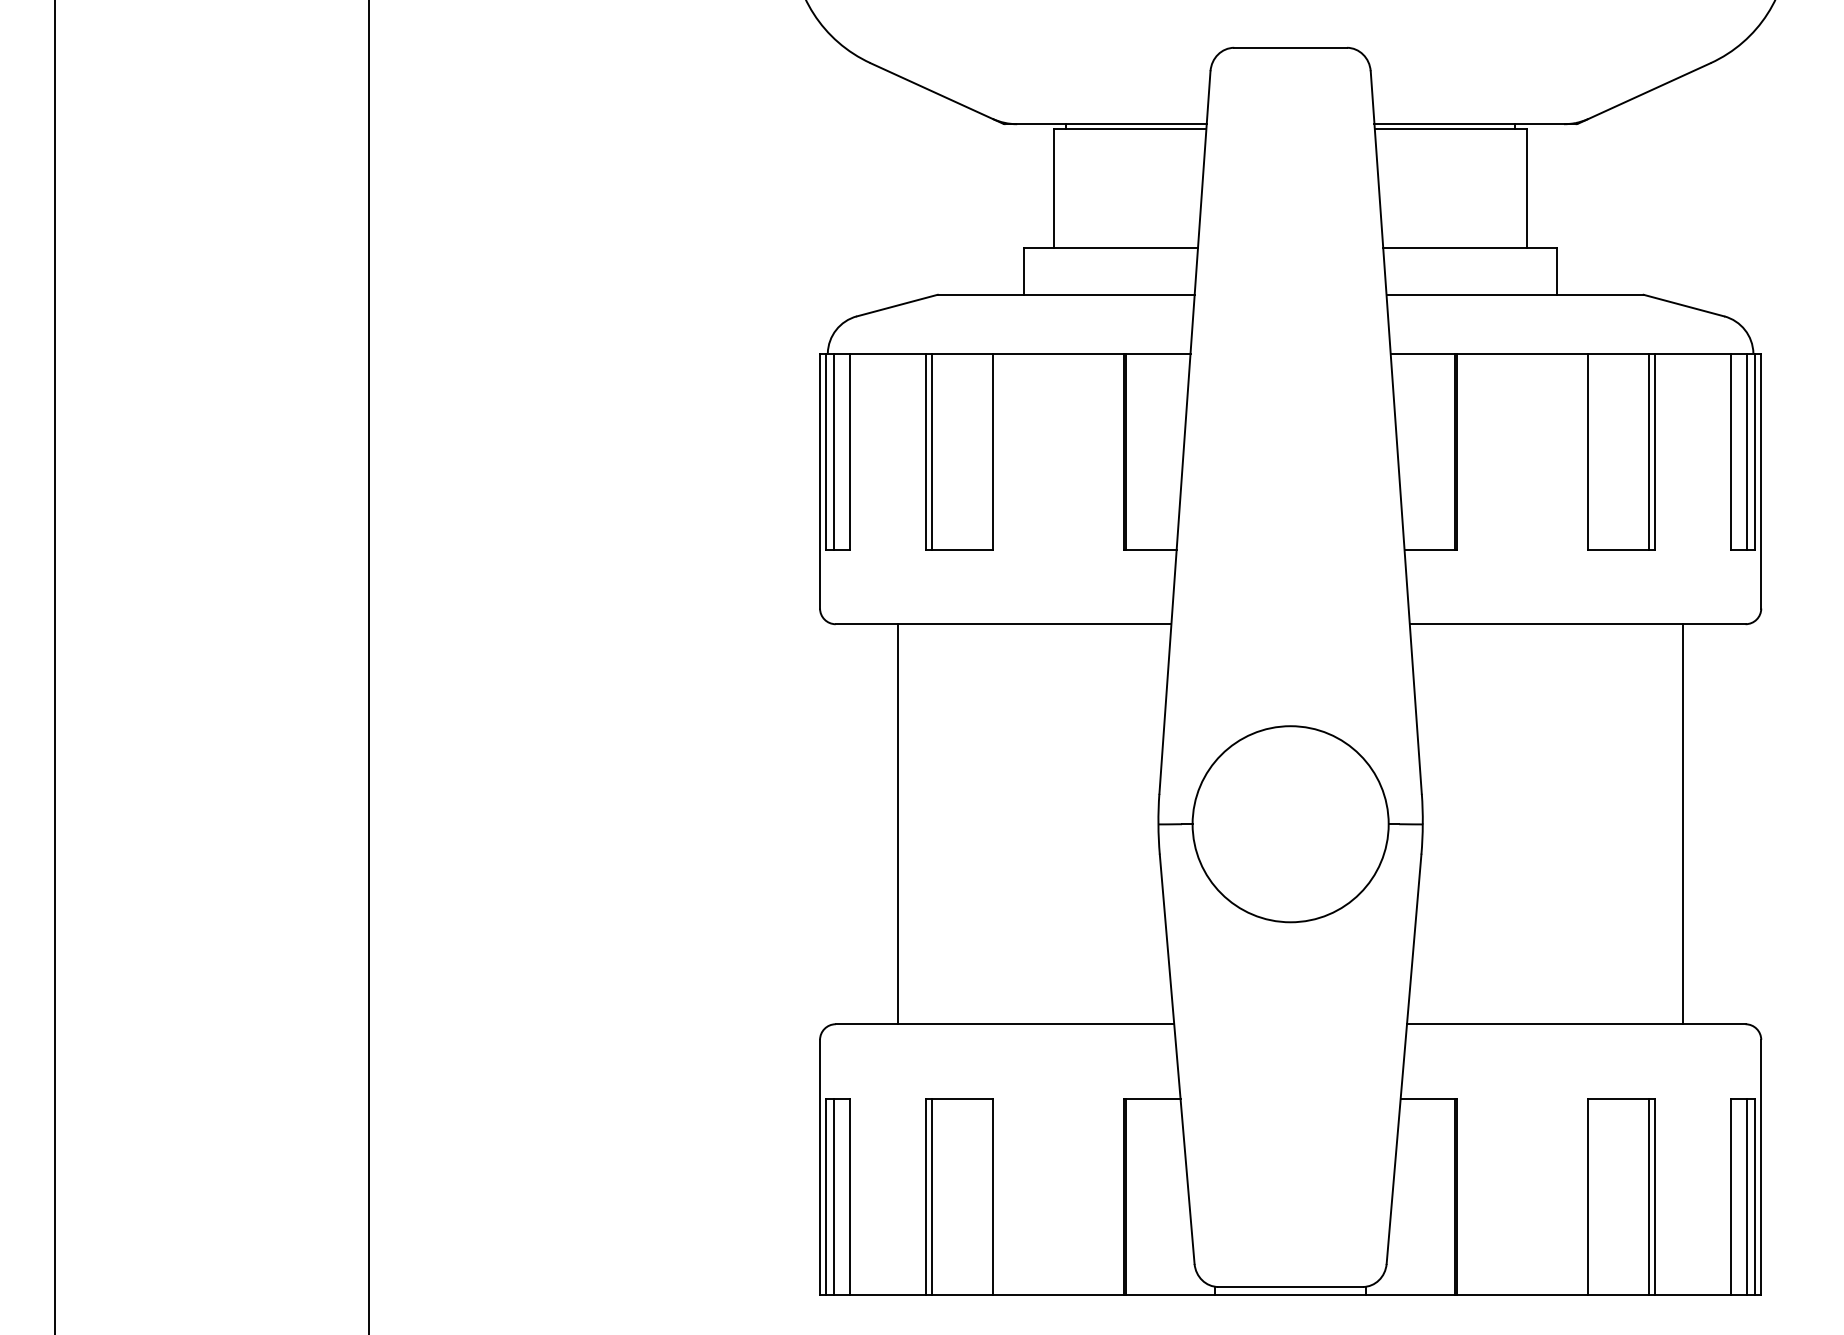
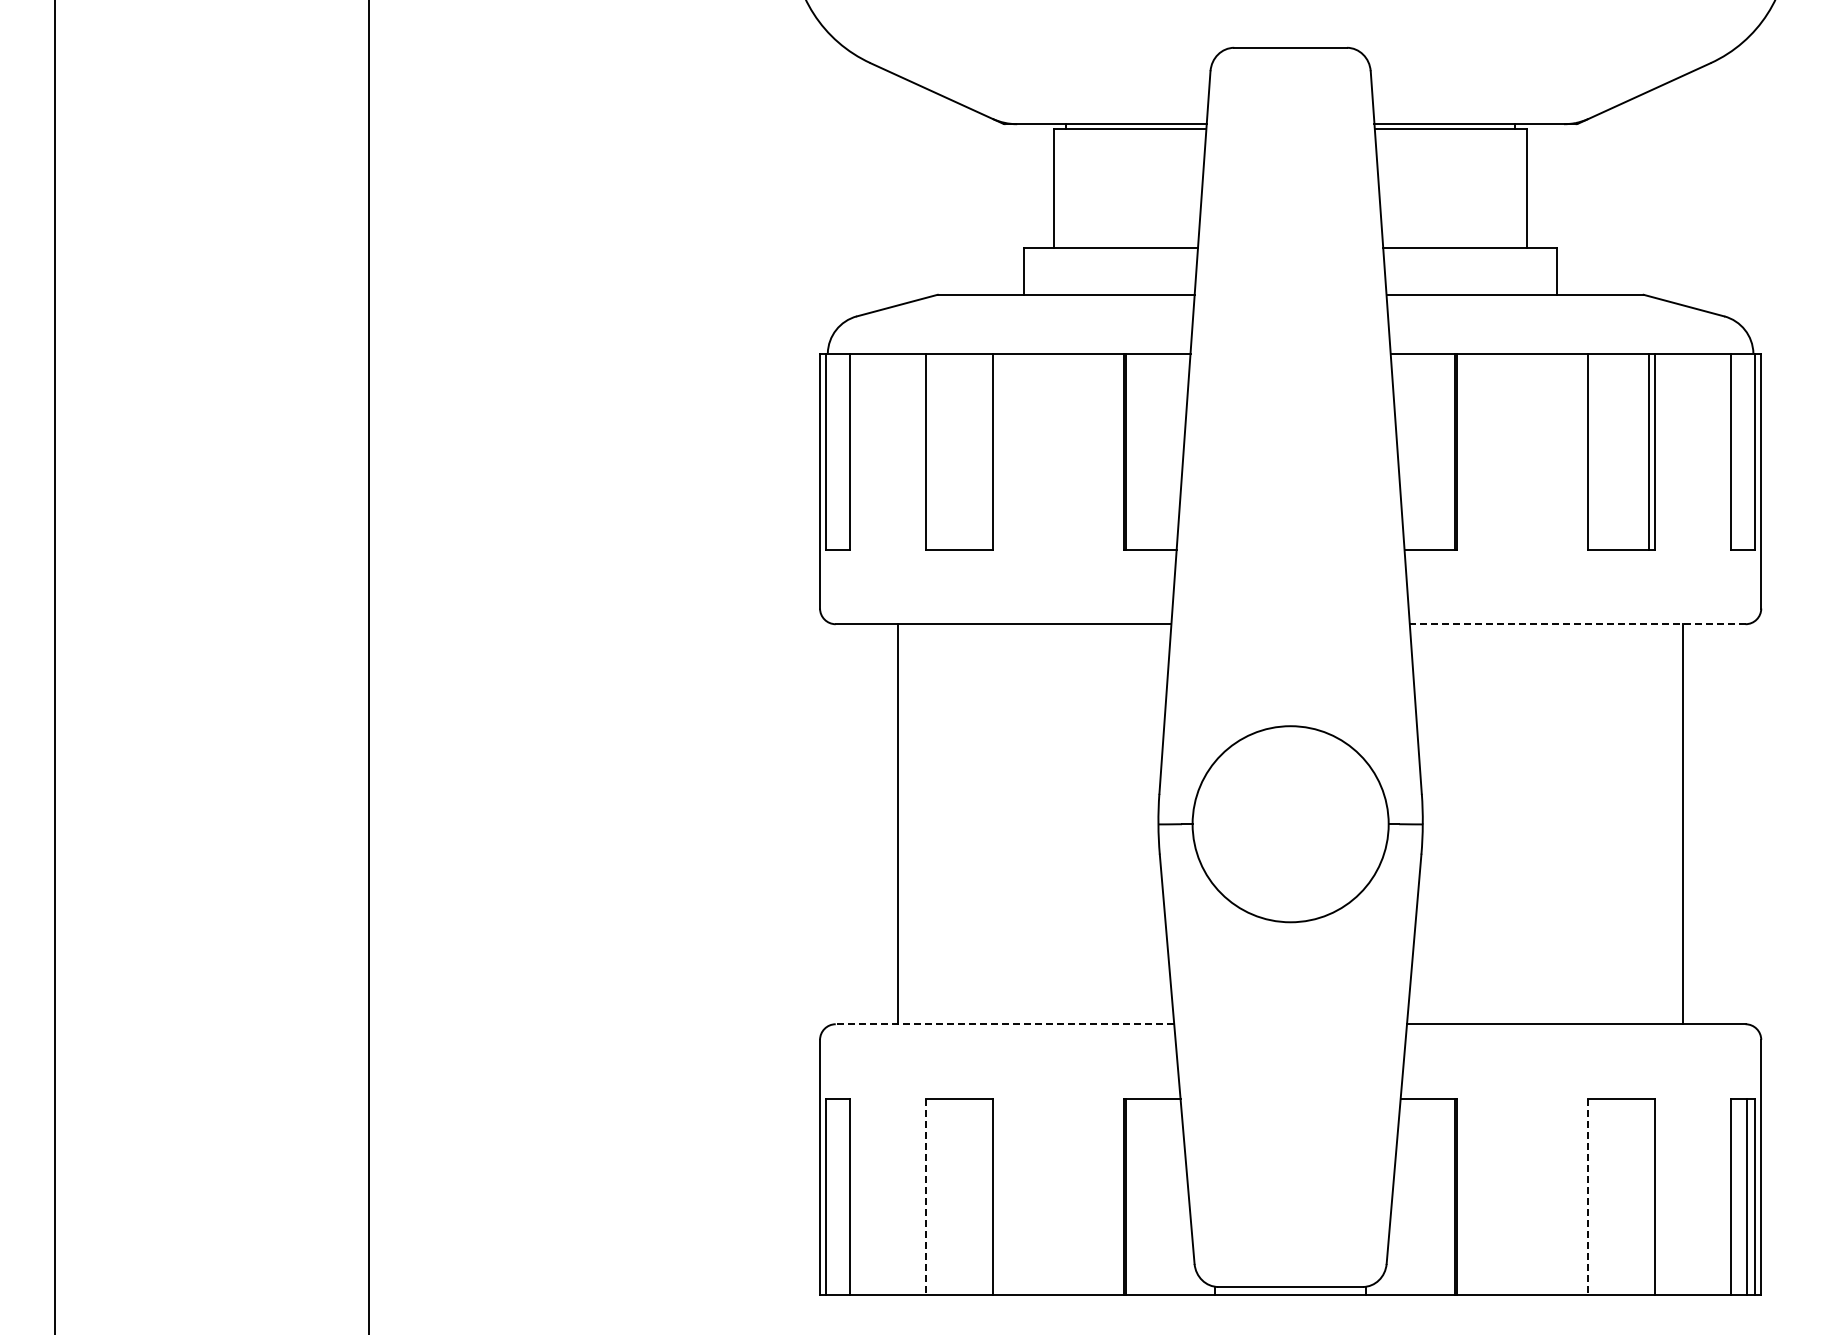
line at (833, 451): present -> none
line at (931, 451): present -> none
line at (1747, 451): present -> none
line at (1577, 624): solid -> dashed
line at (1004, 1024): solid -> dashed
line at (833, 1196): present -> none
line at (931, 1196): present -> none
line at (1649, 1196): present -> none
line at (926, 1197): solid -> dashed
line at (1588, 1197): solid -> dashed
